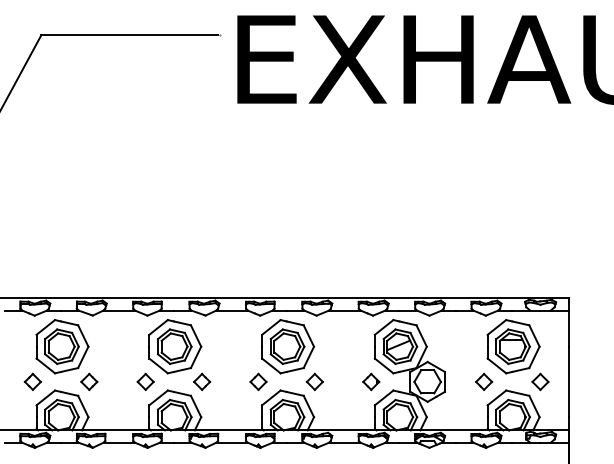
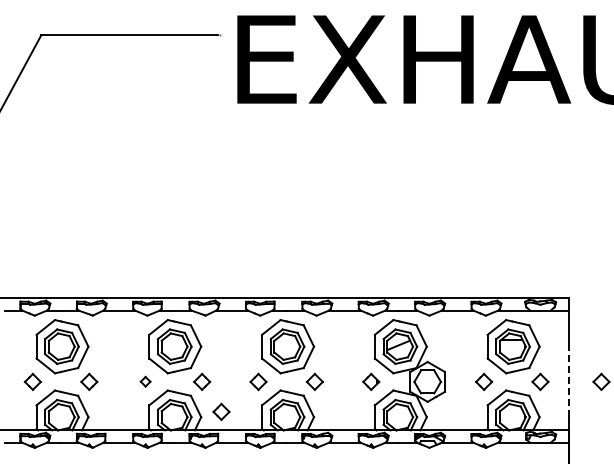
part at (145, 381) size: 19x19 px -> 13x13 px
line at (568, 381): solid -> dashed
part at (601, 381): none -> present
part at (221, 411): none -> present
